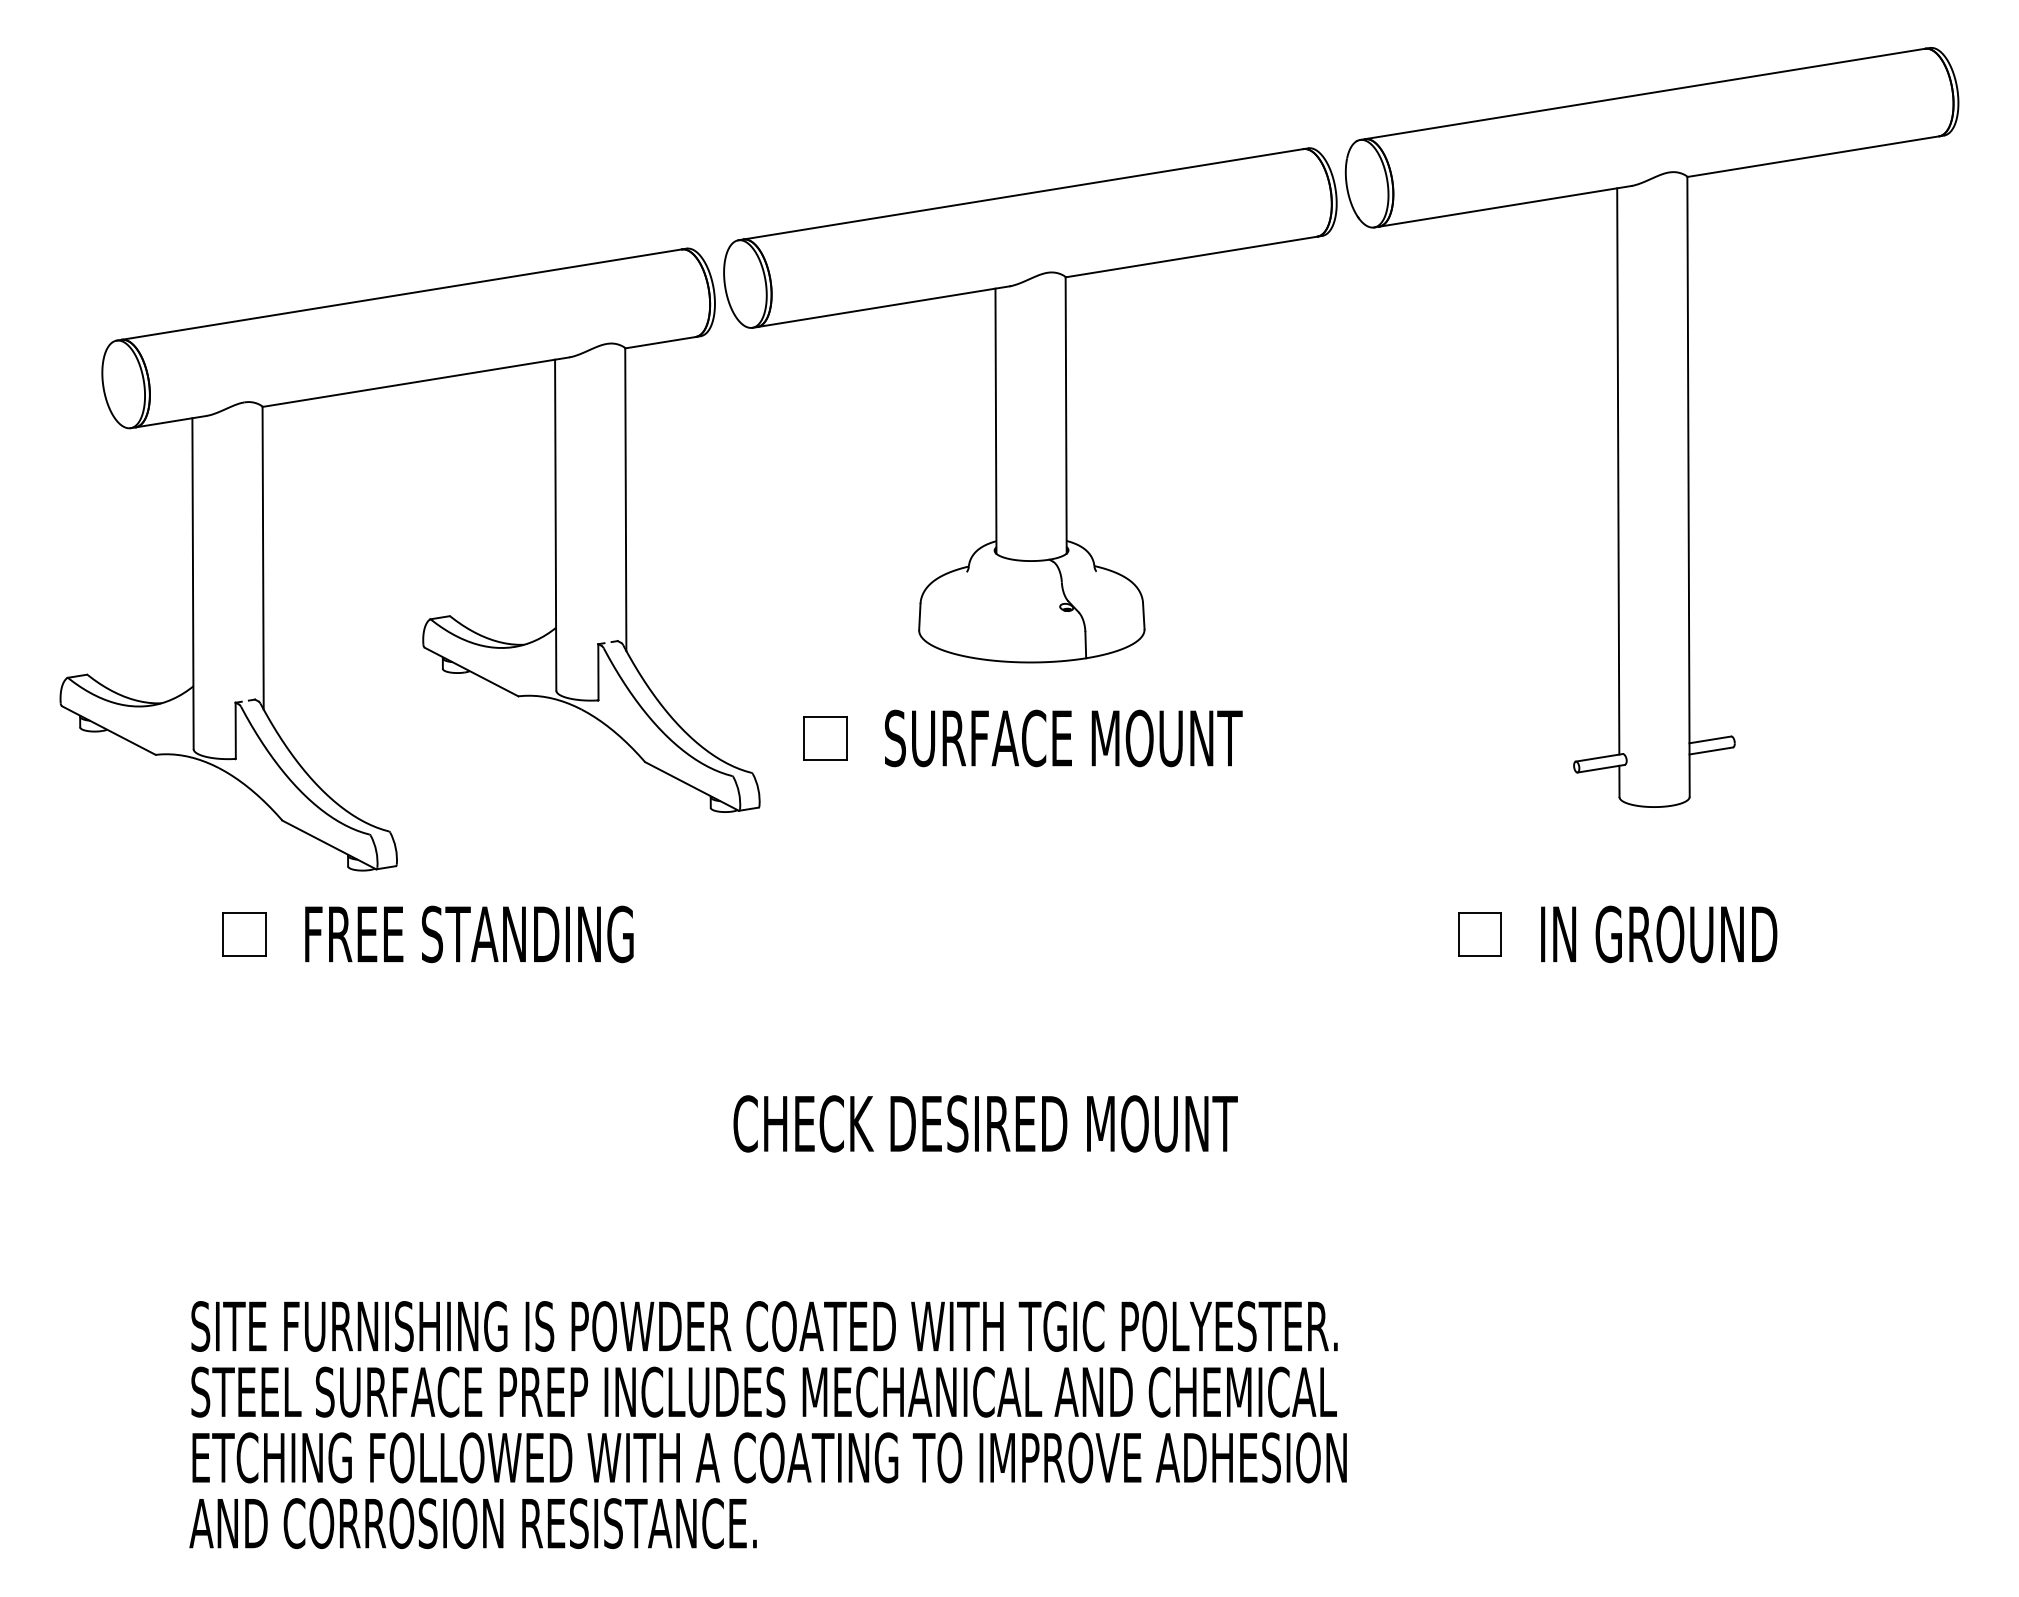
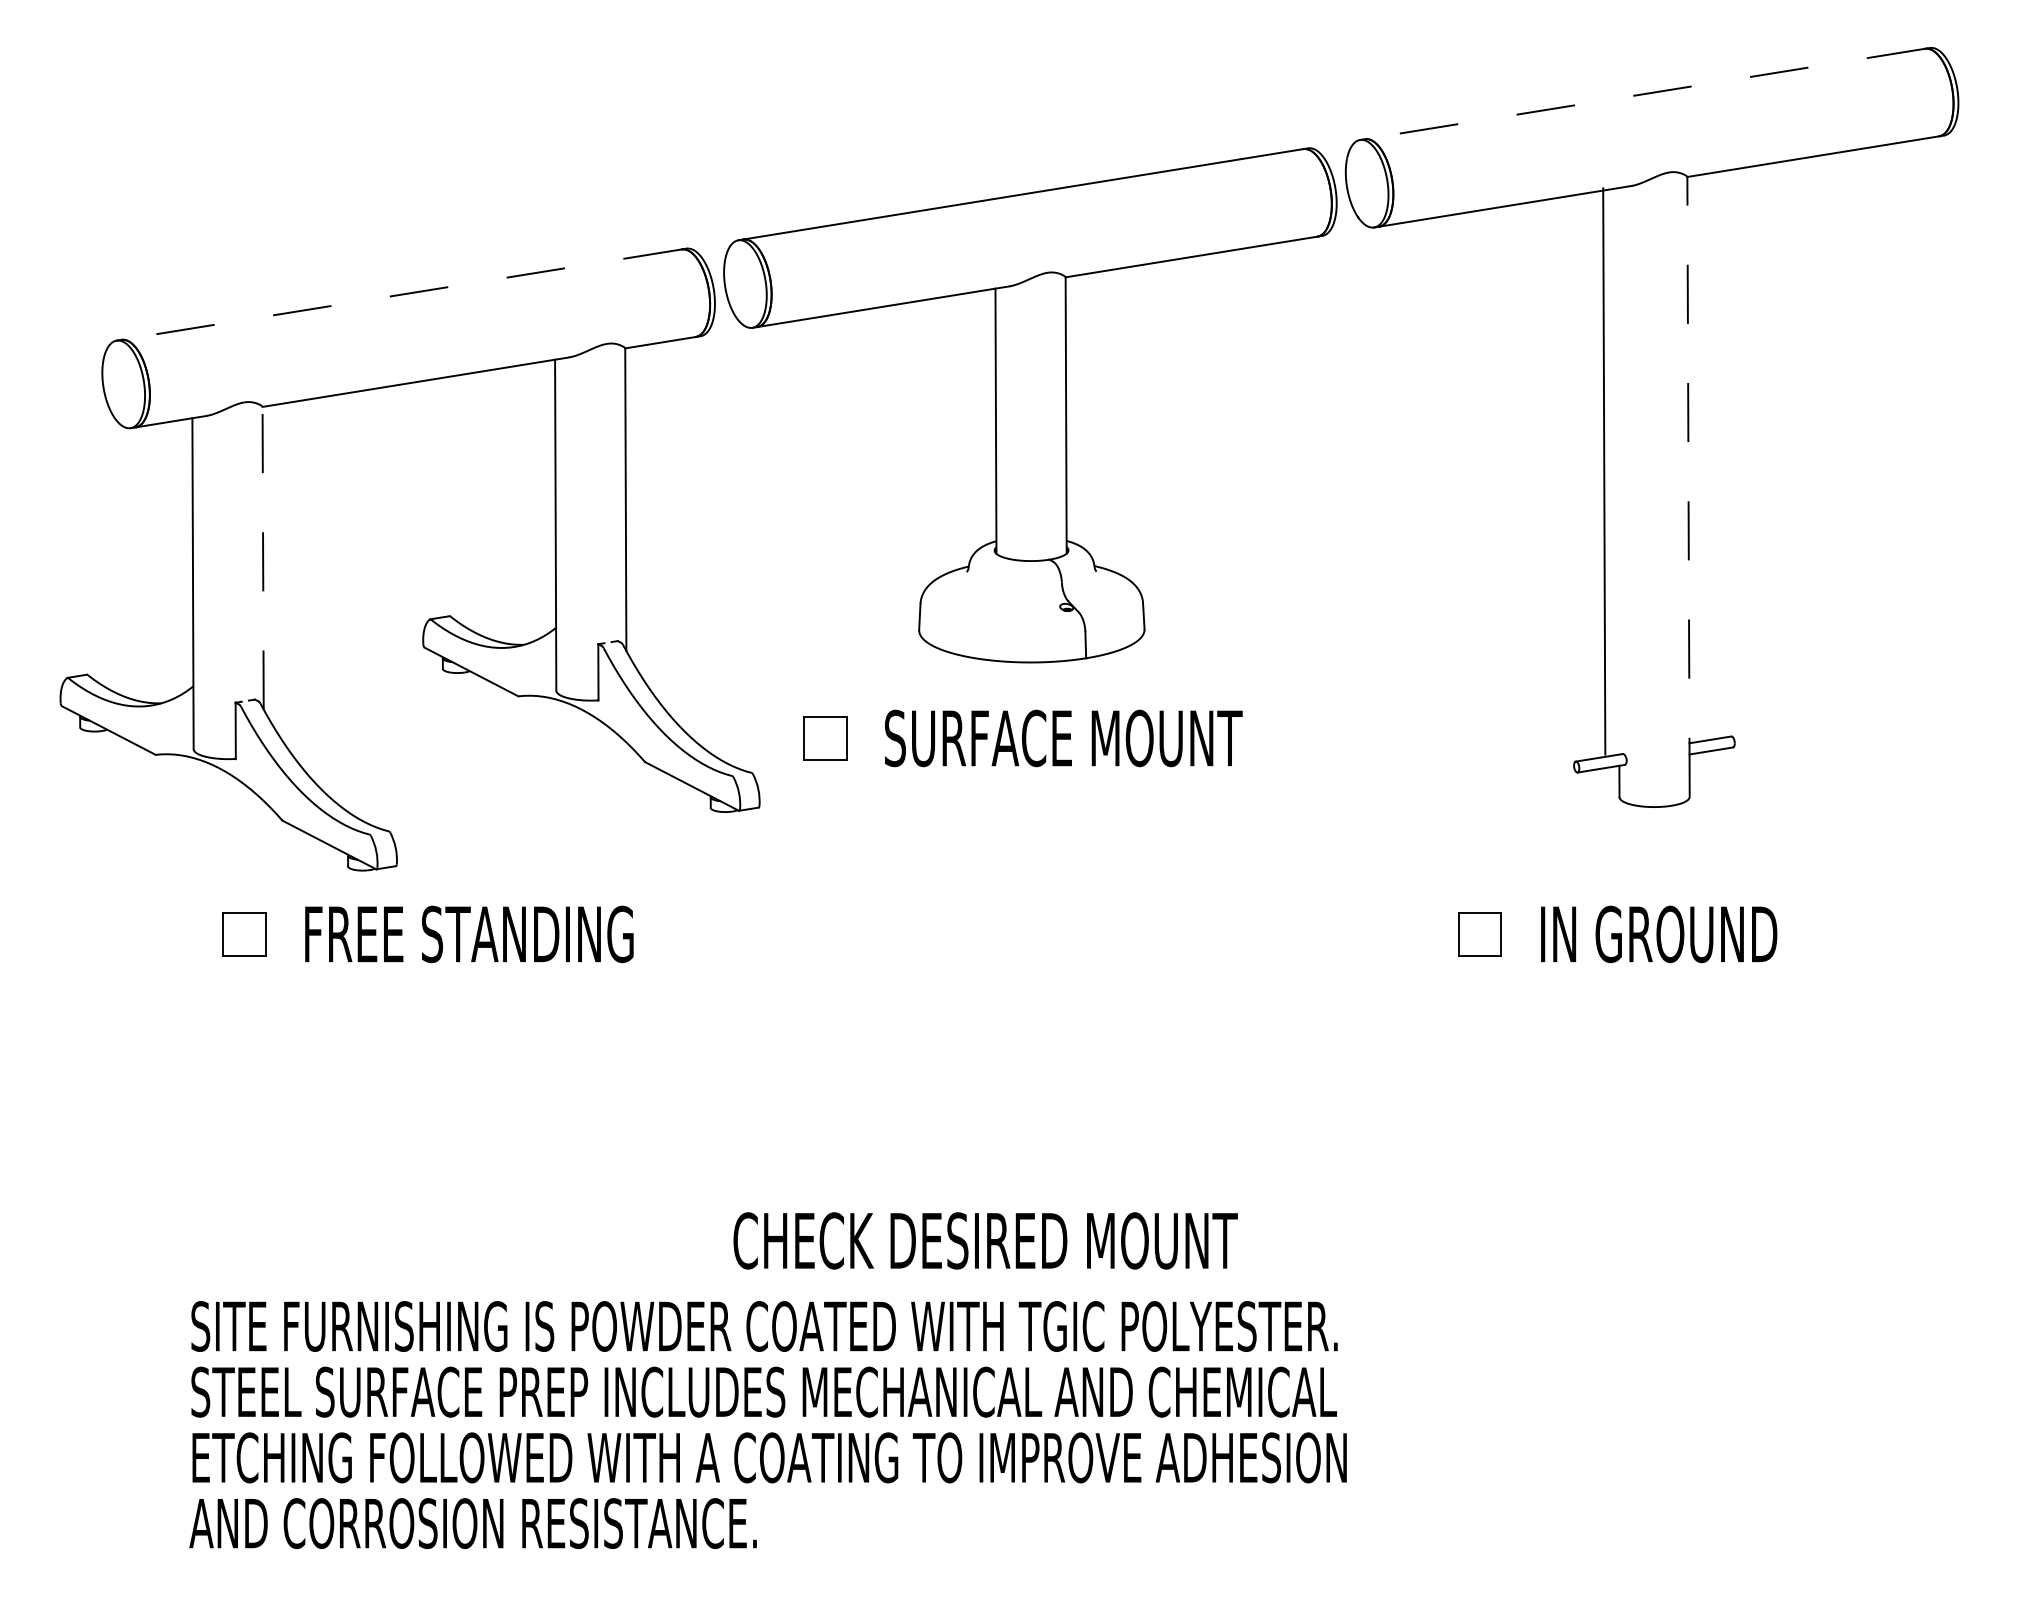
line at (1645, 93): solid -> dashed
line at (401, 294): solid -> dashed
line at (1618, 471) position: (1618, 471) -> (1604, 471)
line at (1688, 486): solid -> dashed
line at (263, 557): solid -> dashed
text at (985, 1123) position: (985, 1123) -> (985, 1240)
